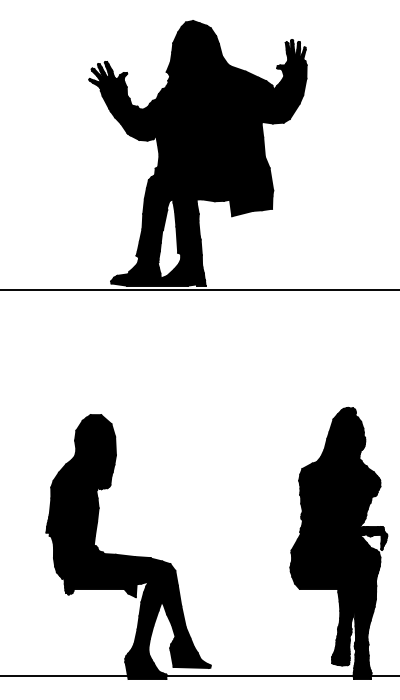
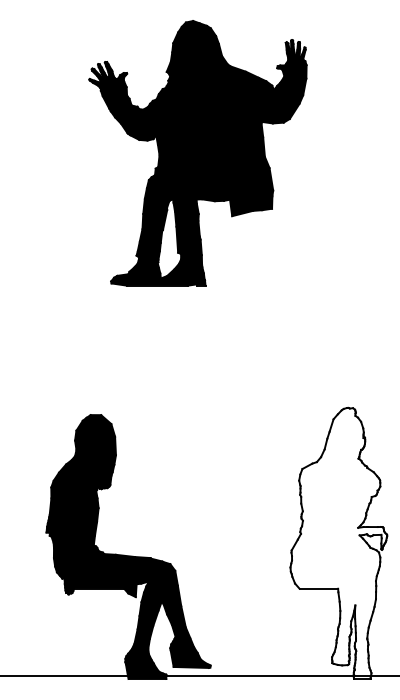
line at (199, 290): present -> none
fill at (338, 543): present -> none
